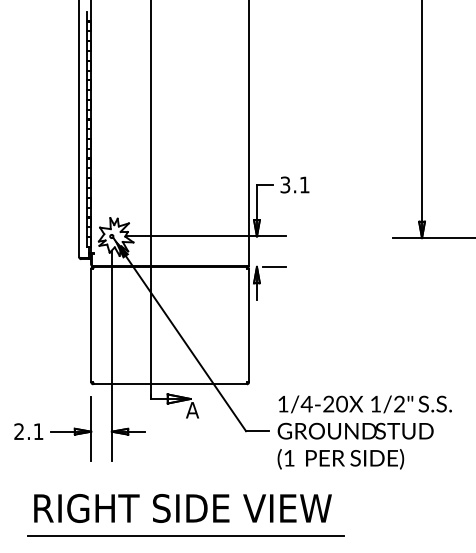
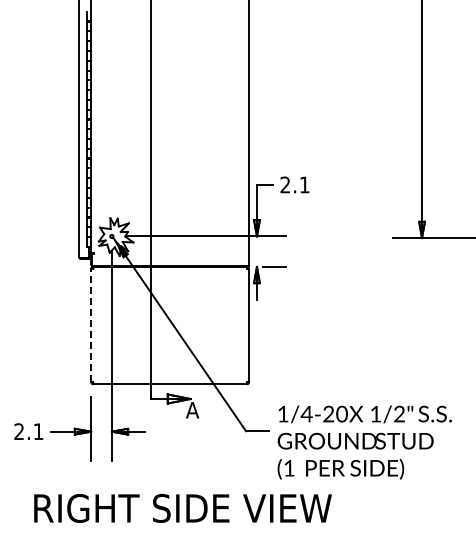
text at (285, 185): 3.1 -> 2.1
line at (91, 325): solid -> dashed
text at (364, 432) position: (364, 432) -> (364, 442)
line at (185, 536): present -> none
